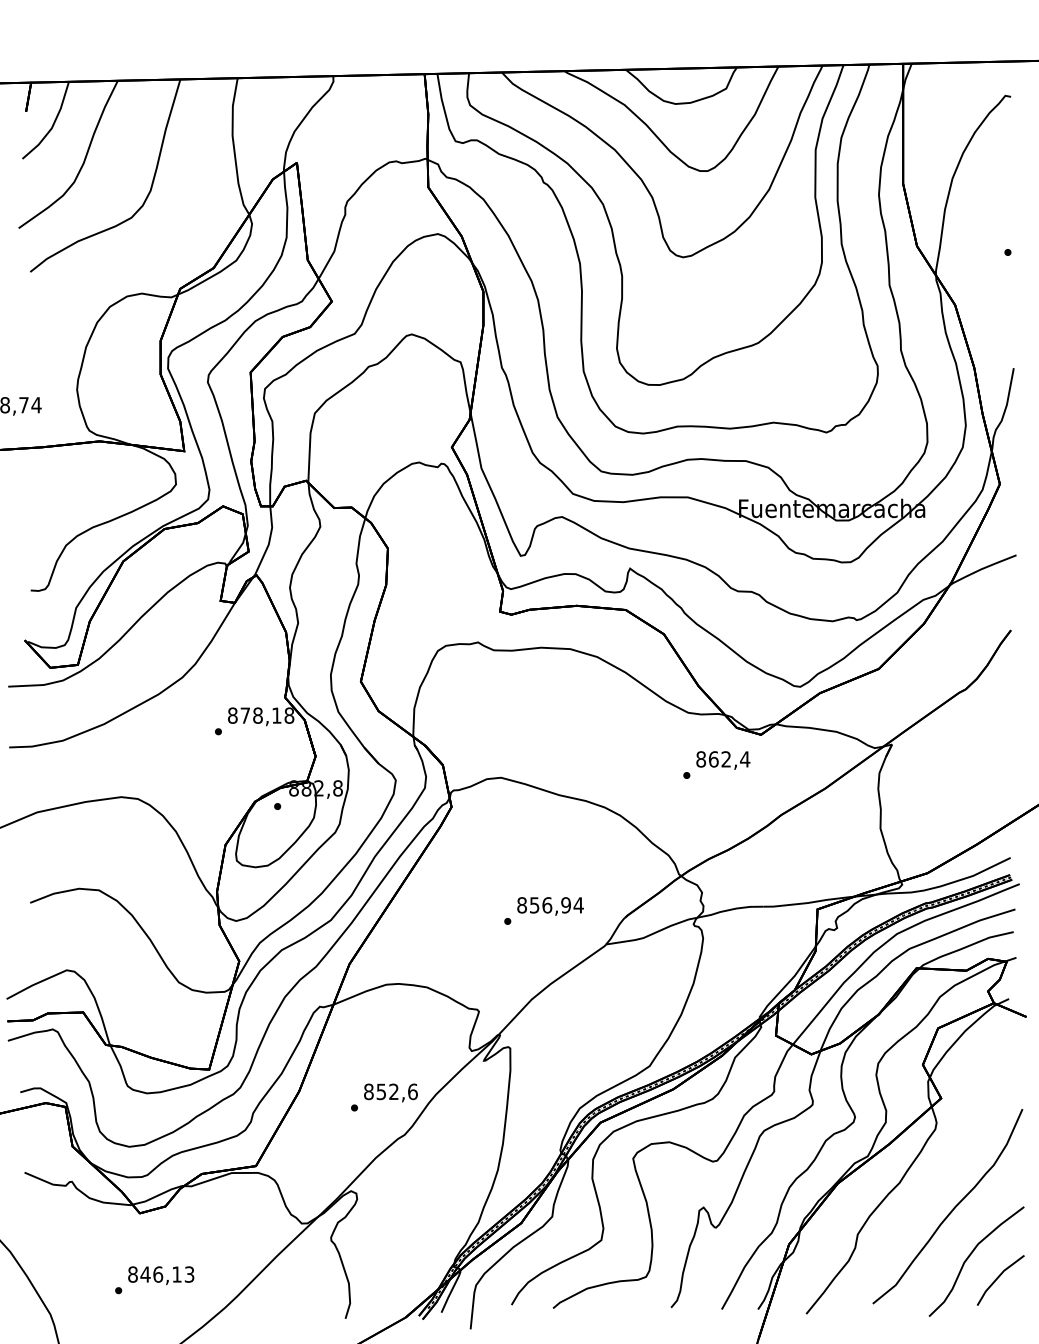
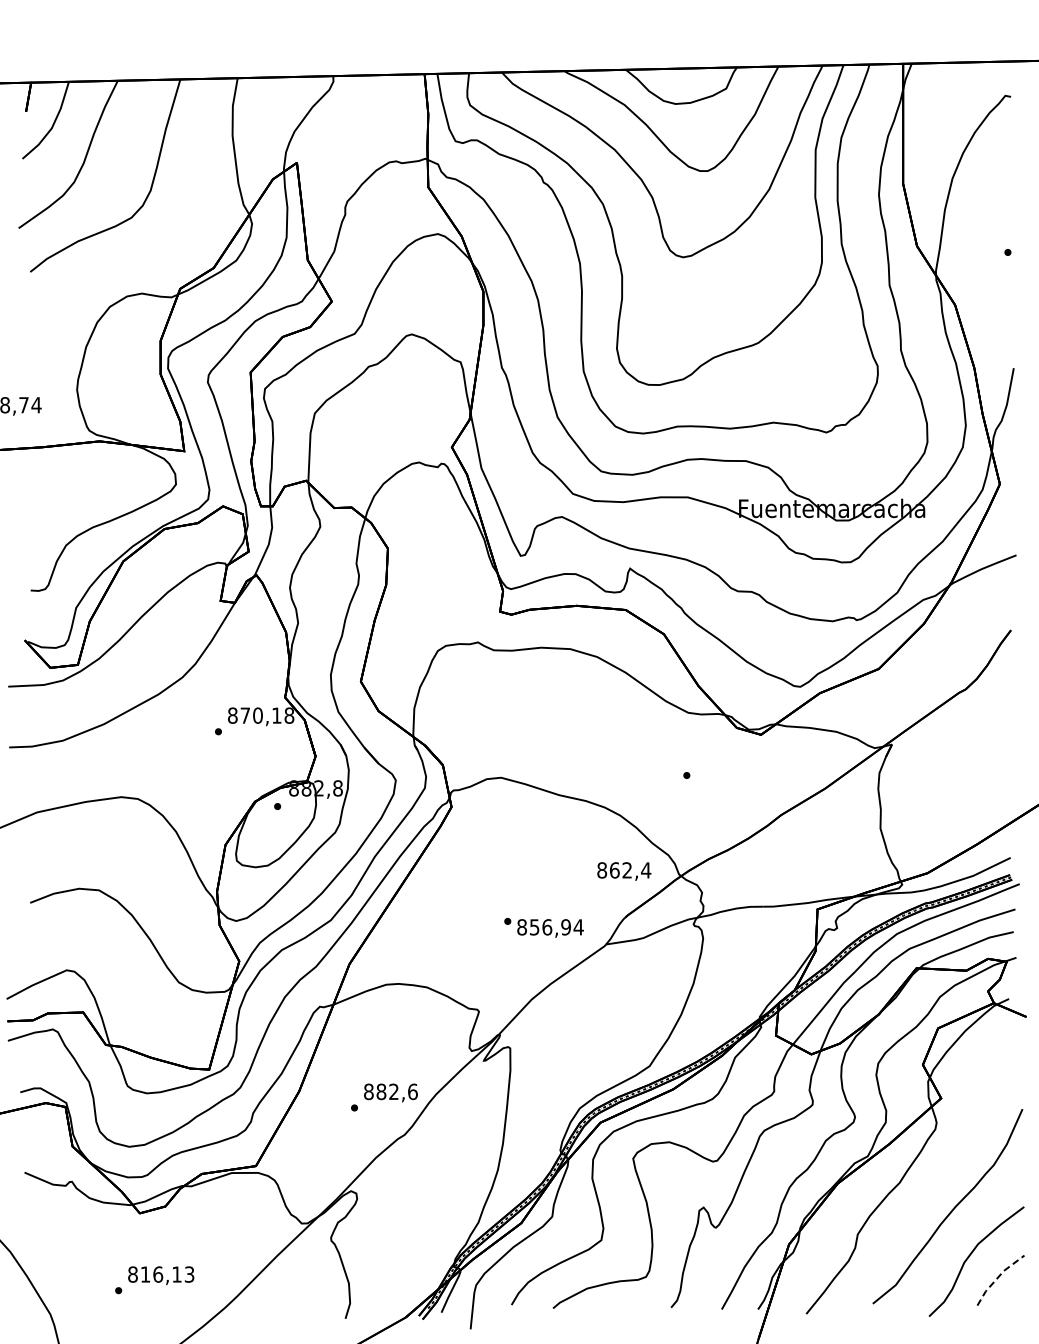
text at (257, 715): 878,18 -> 870,18
text at (723, 760) position: (723, 760) -> (624, 871)
text at (550, 906) position: (550, 906) -> (550, 928)
text at (381, 1091): 852,6 -> 882,6
text at (145, 1274): 846,13 -> 816,13
line at (998, 1277): solid -> dashed
